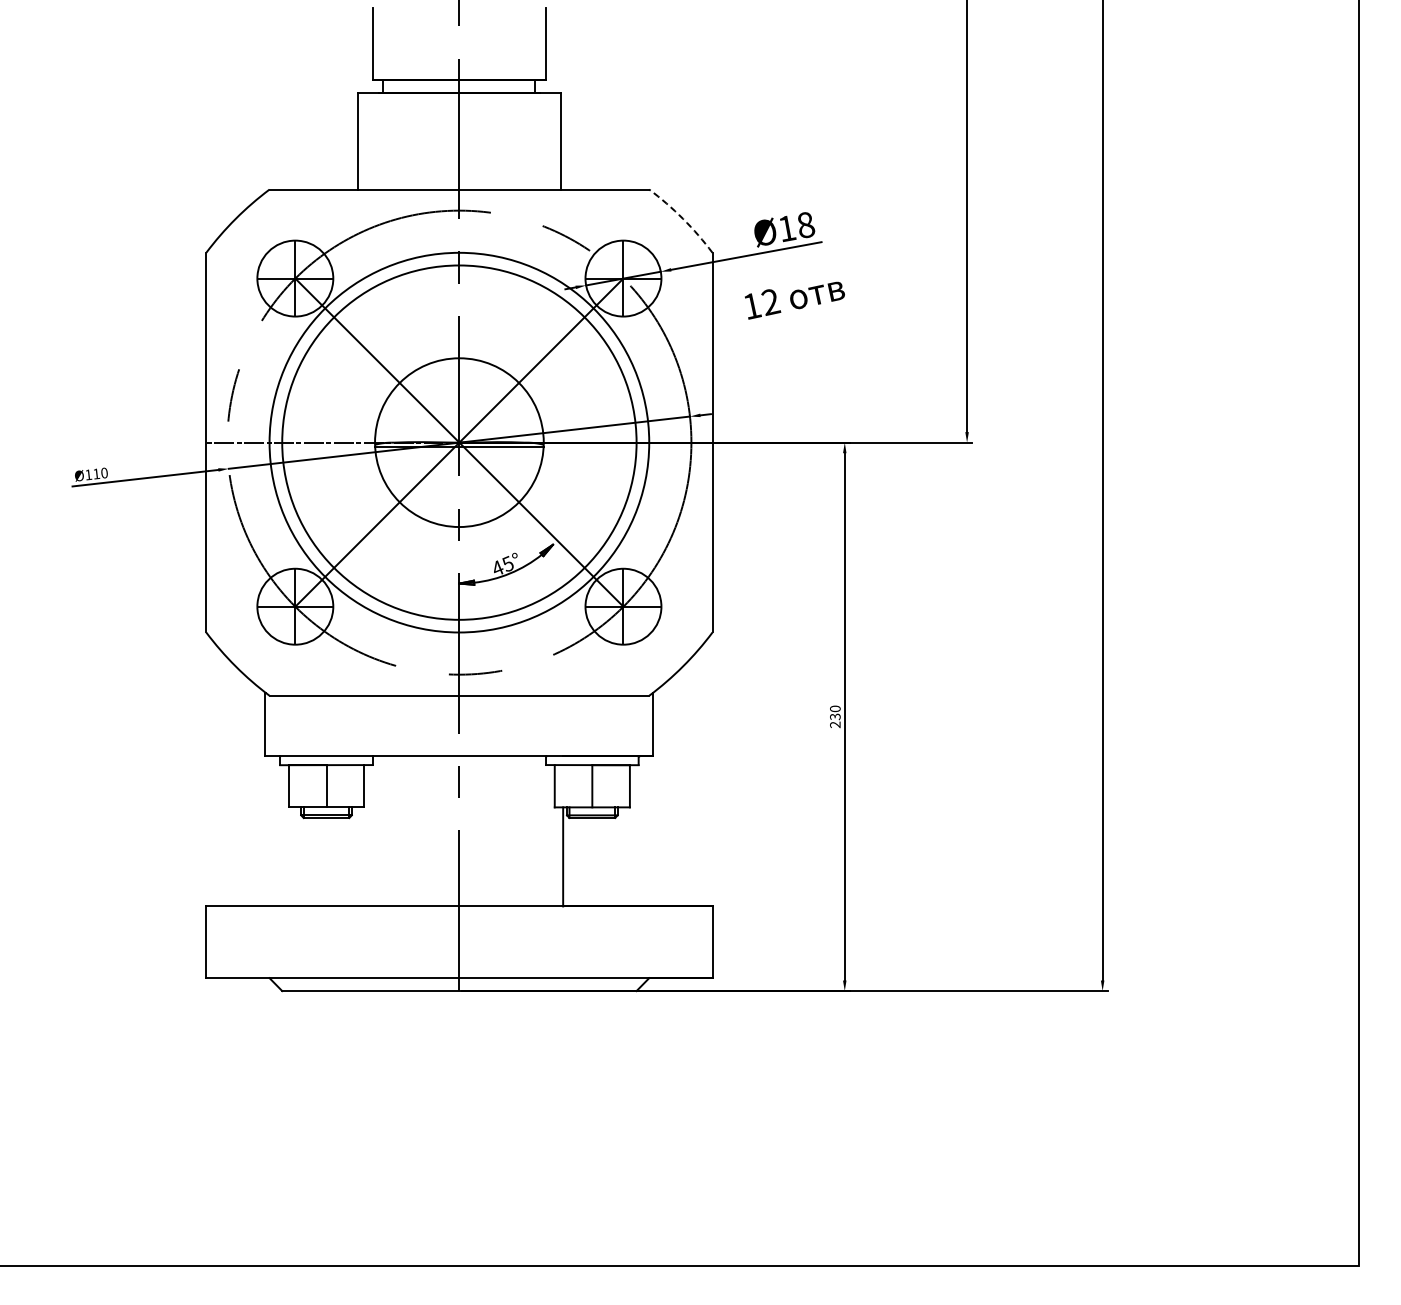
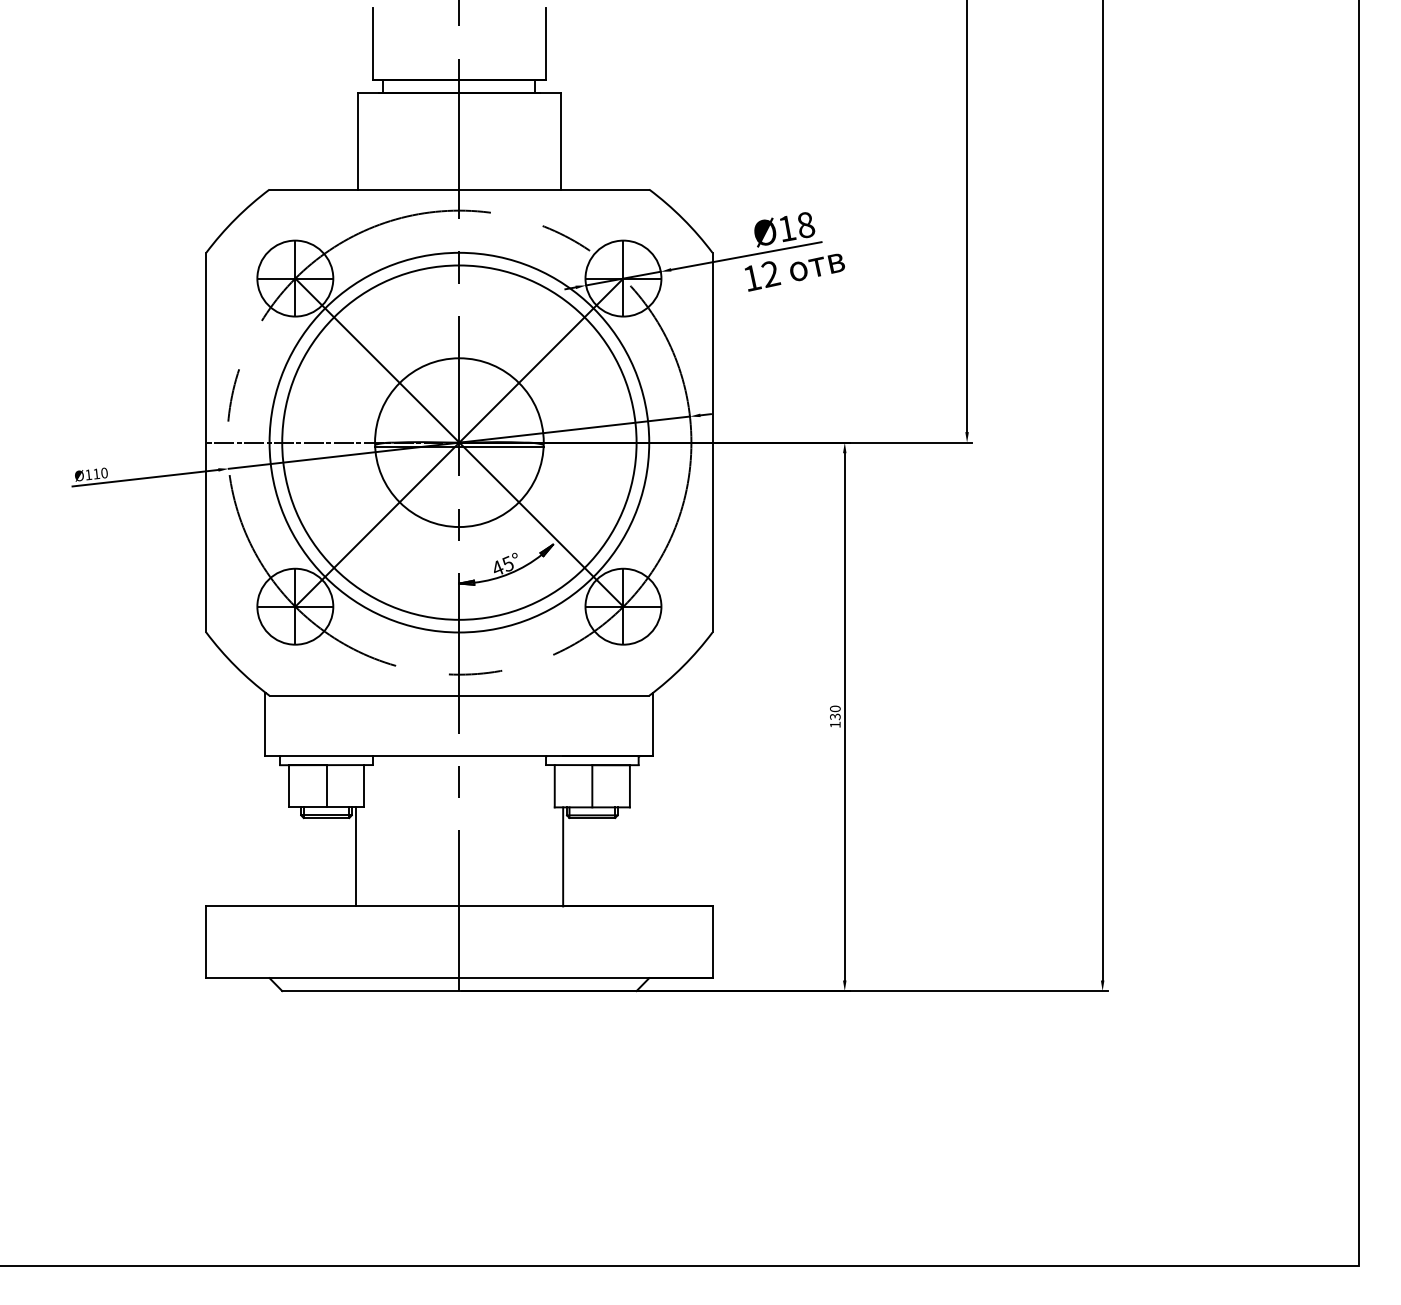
arc at (683, 218): dashed -> solid
text at (794, 300) position: (794, 300) -> (794, 272)
text at (835, 724): 230 -> 130
line at (355, 856): none -> present
